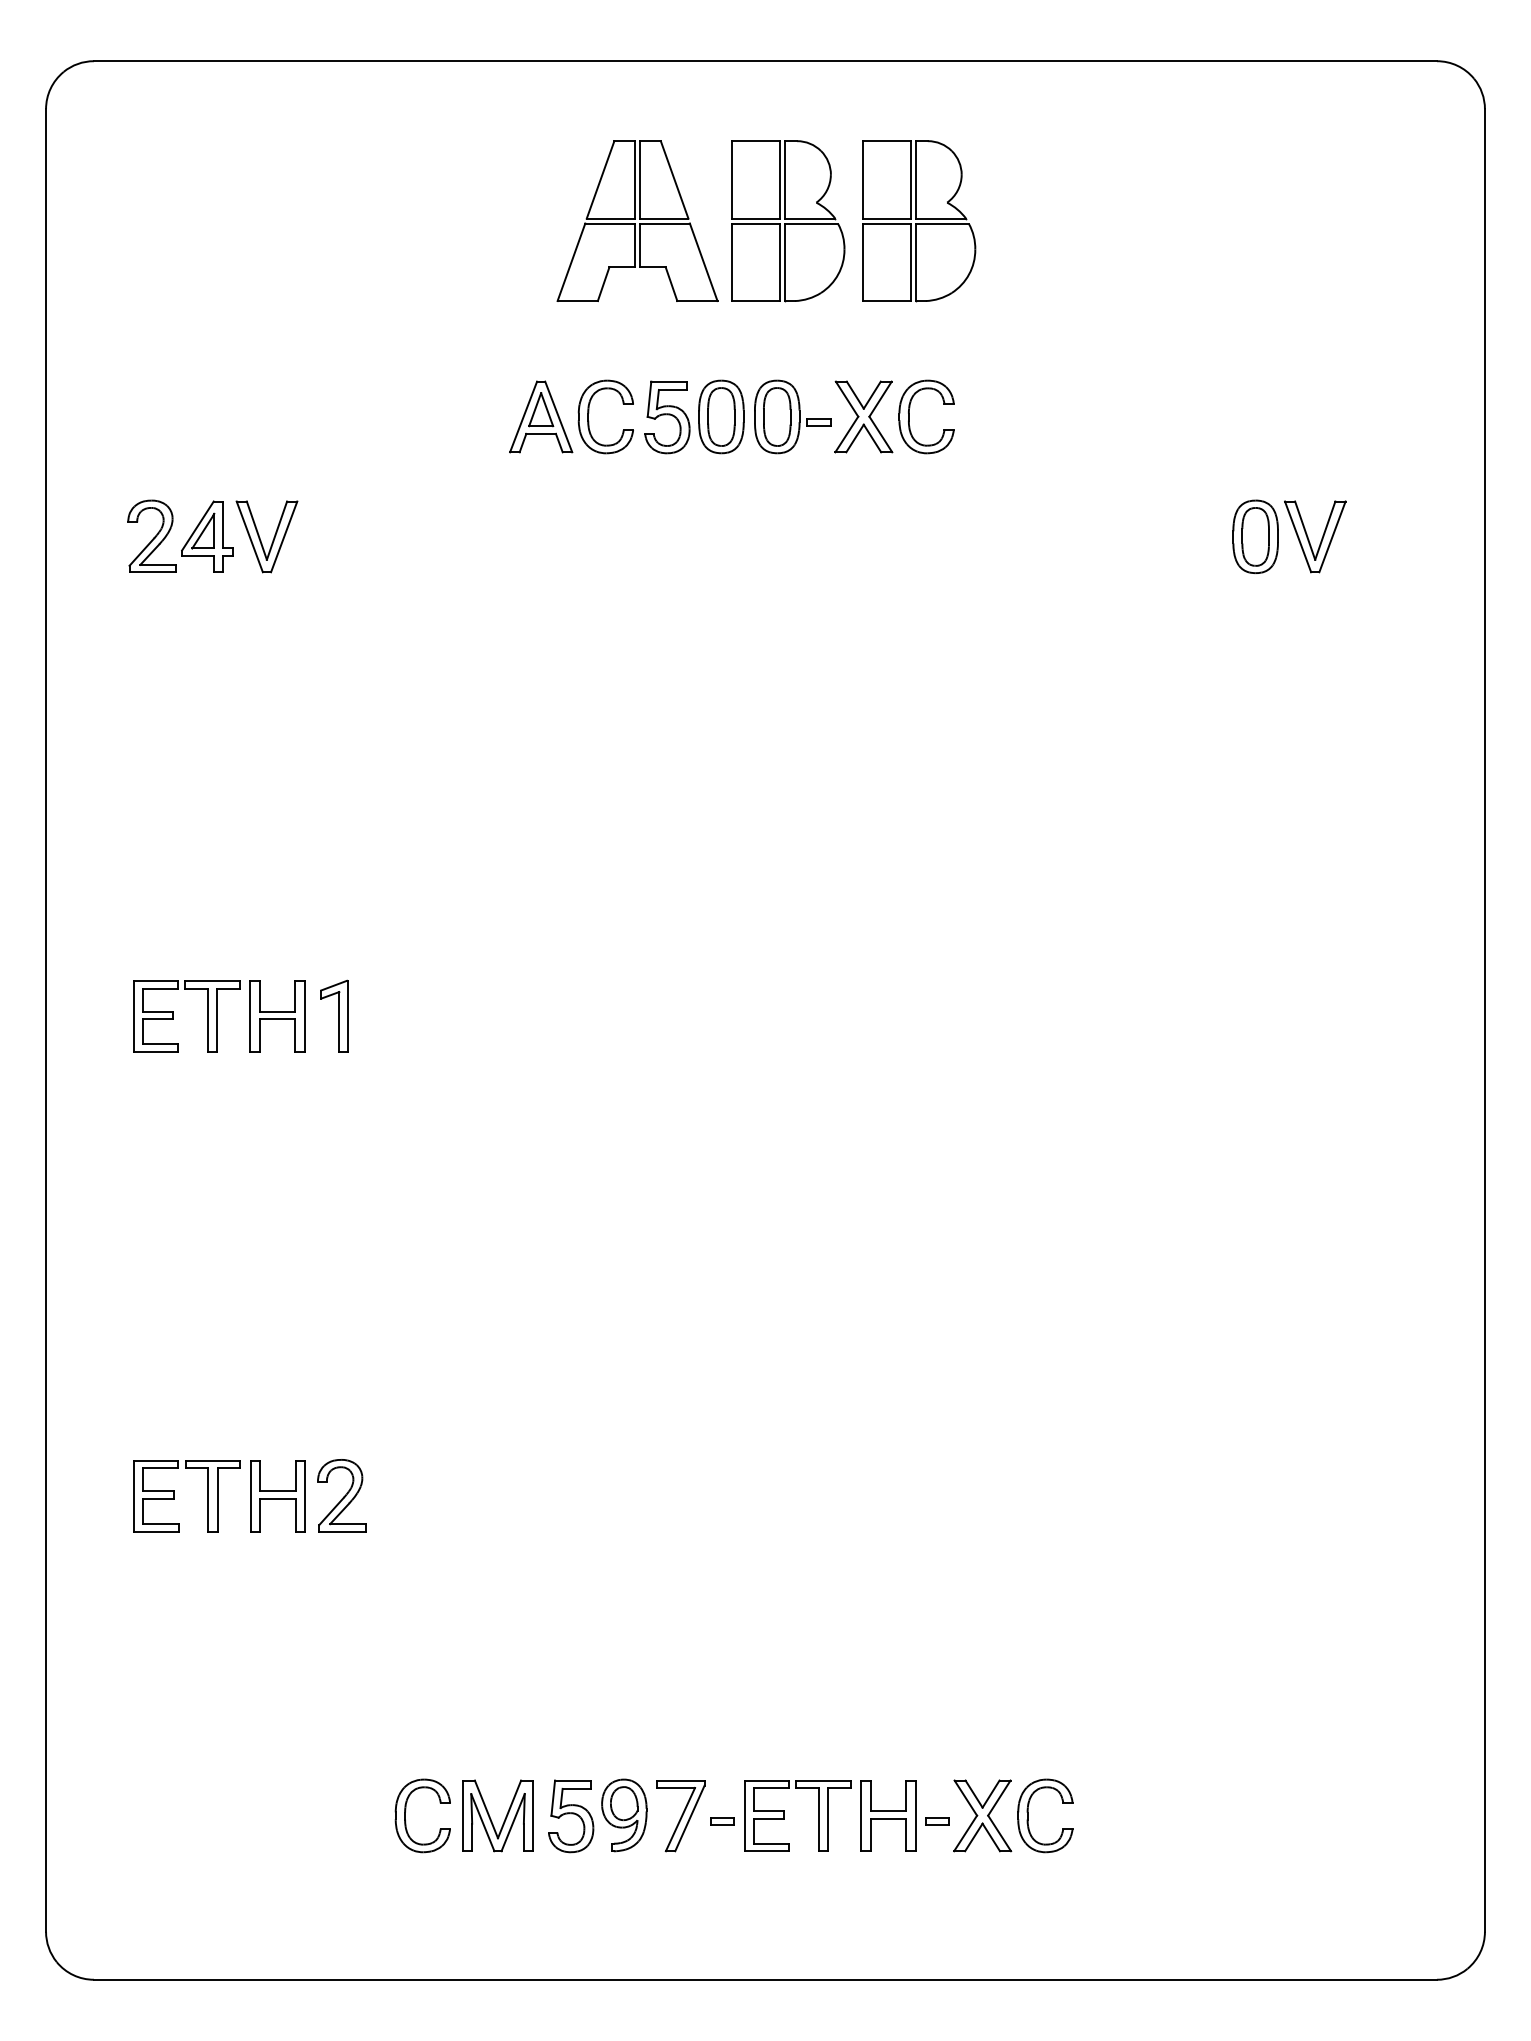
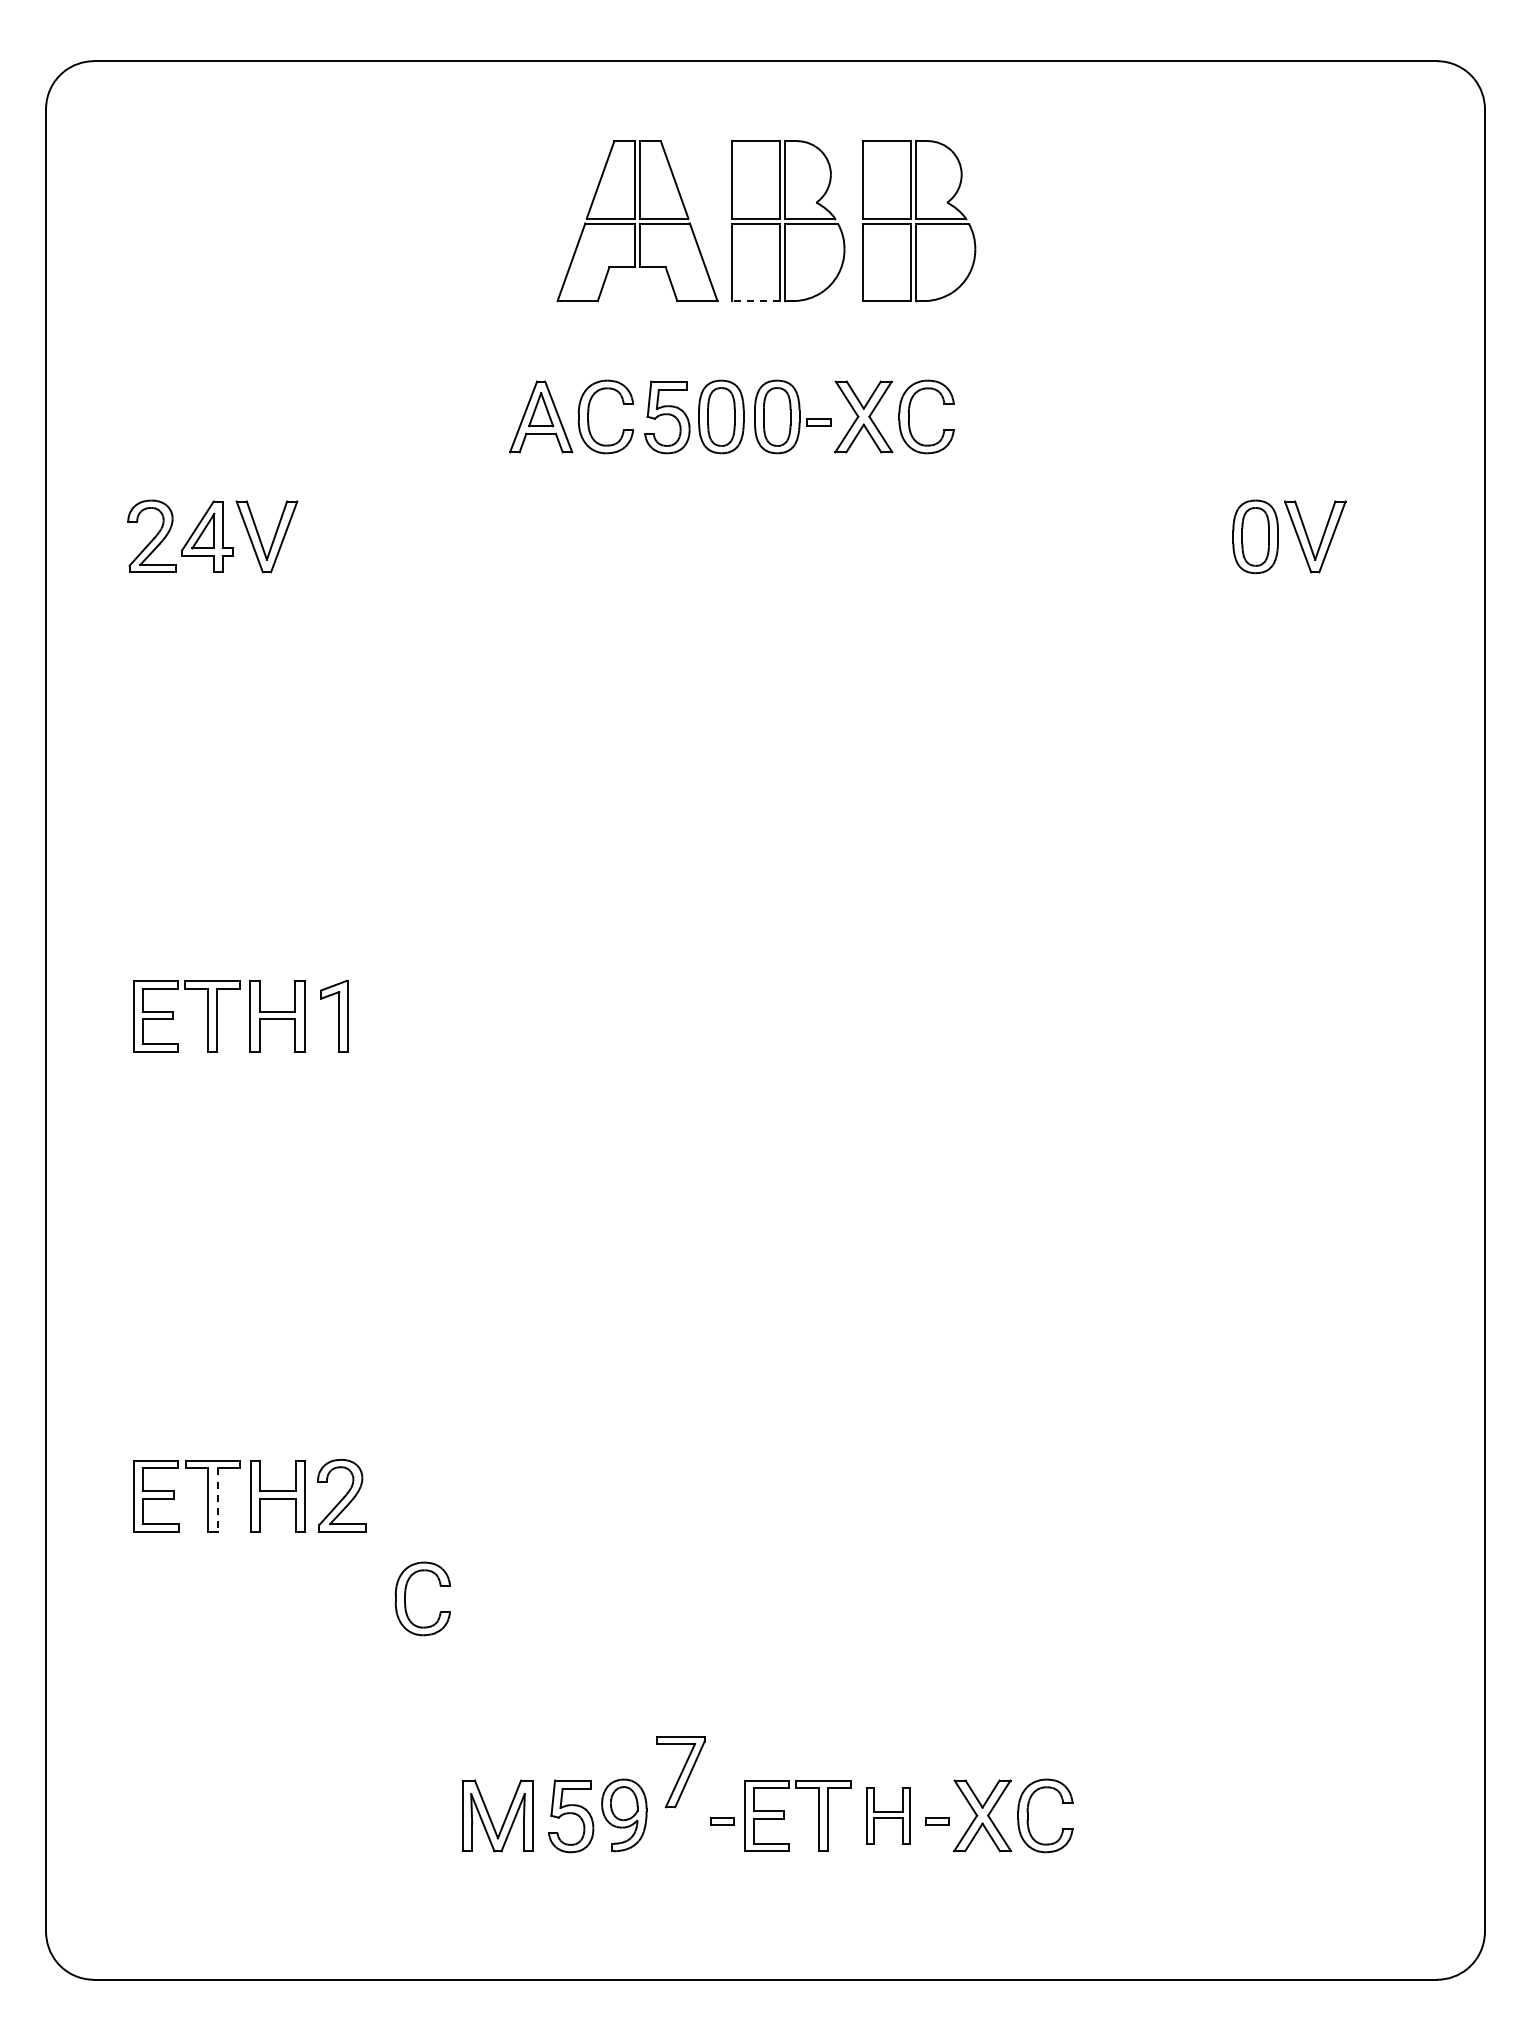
line at (755, 301): solid -> dashed
line at (217, 1500): solid -> dashed
part at (405, 1815) position: (405, 1815) -> (405, 1598)
part at (888, 1815) size: 57x72 px -> 45x58 px
part at (680, 1816) position: (680, 1816) -> (680, 1772)
